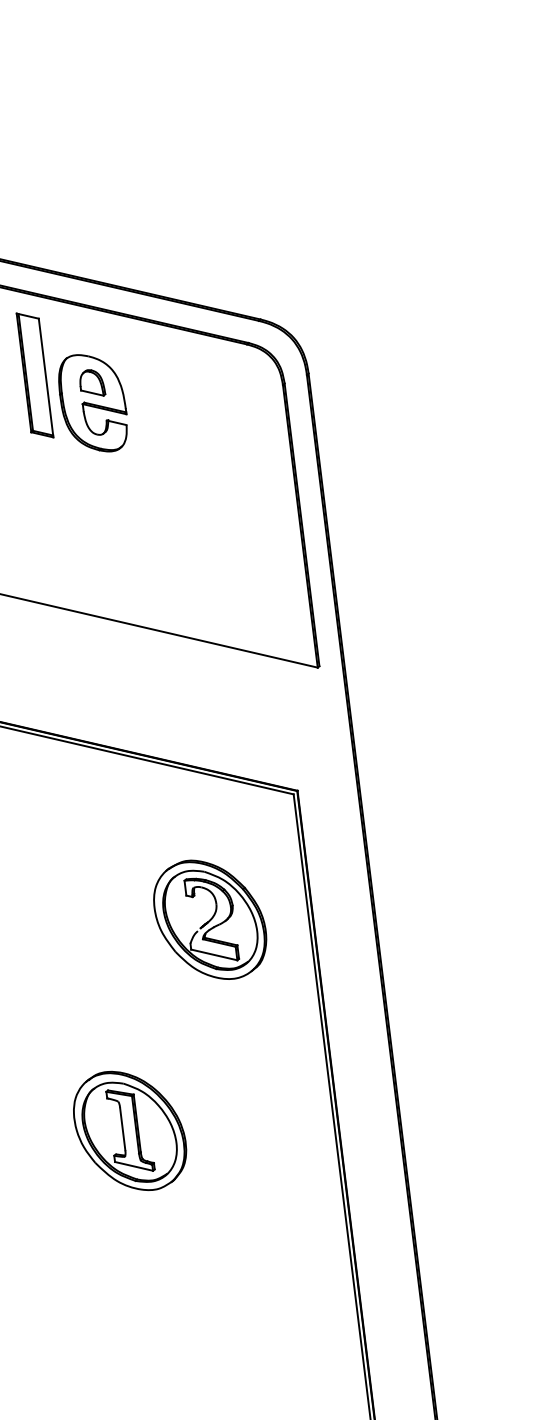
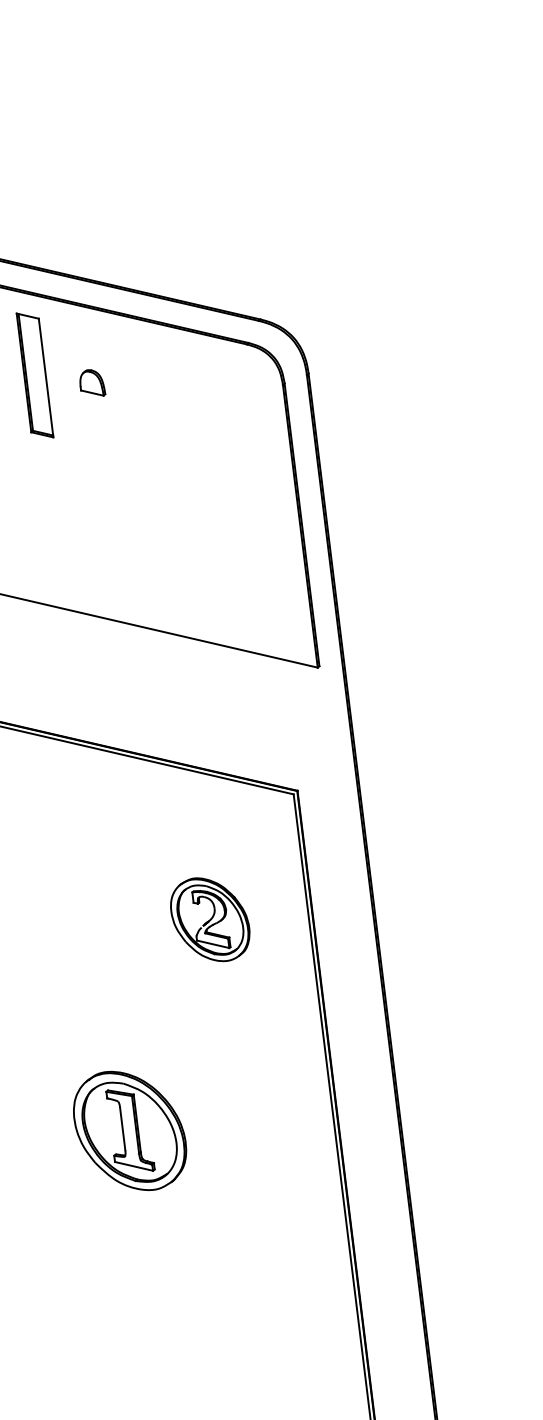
part at (92, 403): present -> none
part at (210, 919) size: 115x121 px -> 81x86 px
